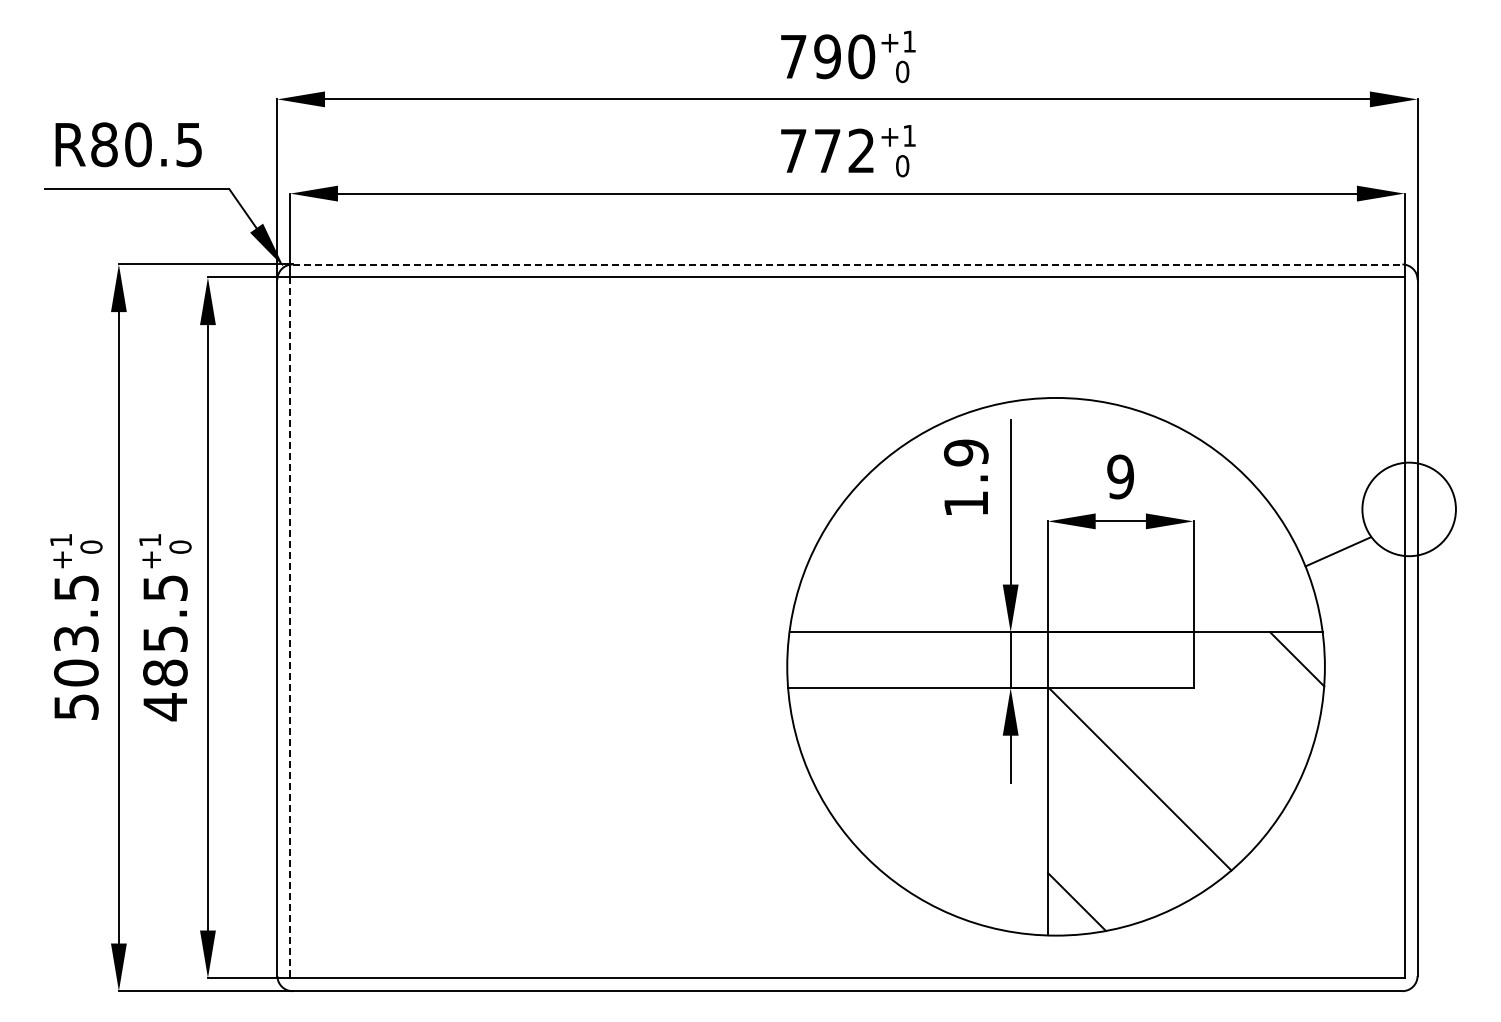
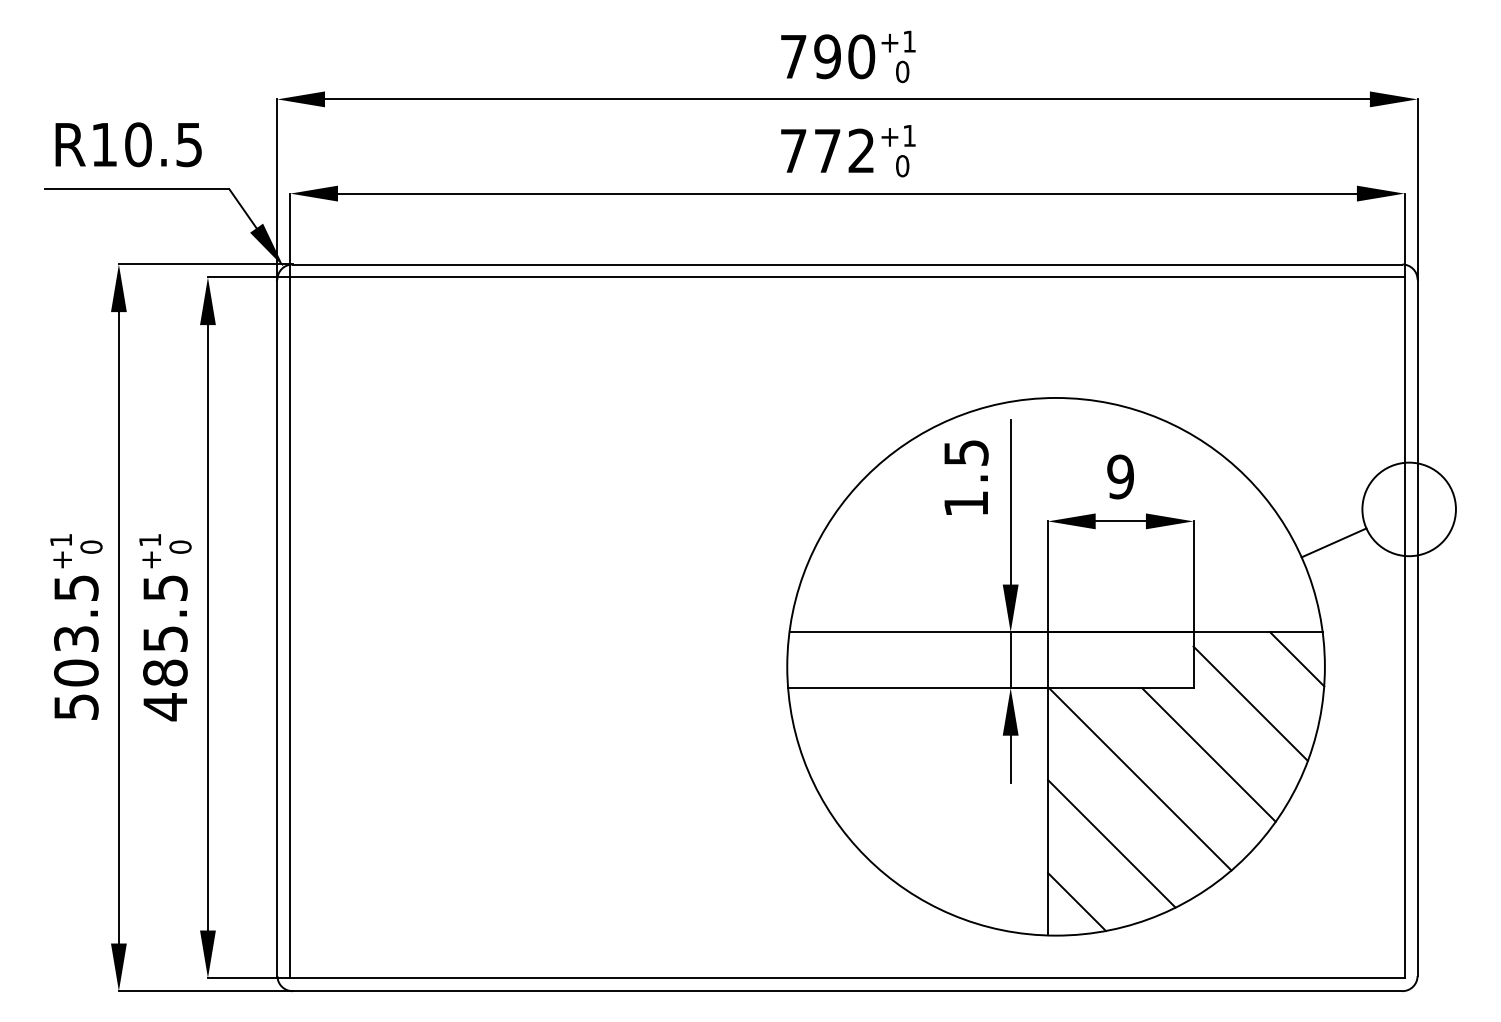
text at (104, 144): R80.5 -> R10.5
line at (847, 264): dashed -> solid
text at (965, 452): 1.9 -> 1.5
line at (1337, 551) position: (1337, 551) -> (1333, 542)
line at (290, 628): dashed -> solid
line at (1250, 703): none -> present
line at (1208, 754): none -> present
line at (1111, 843): none -> present
